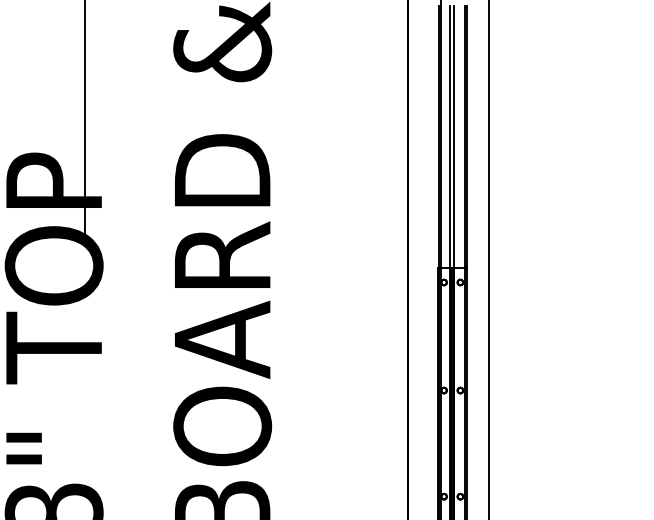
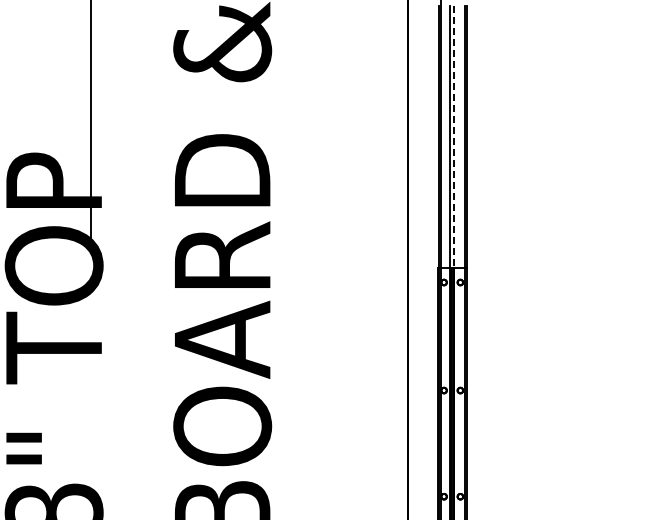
line at (85, 121) position: (85, 121) -> (91, 121)
line at (454, 137): solid -> dashed
line at (488, 259): present -> none
